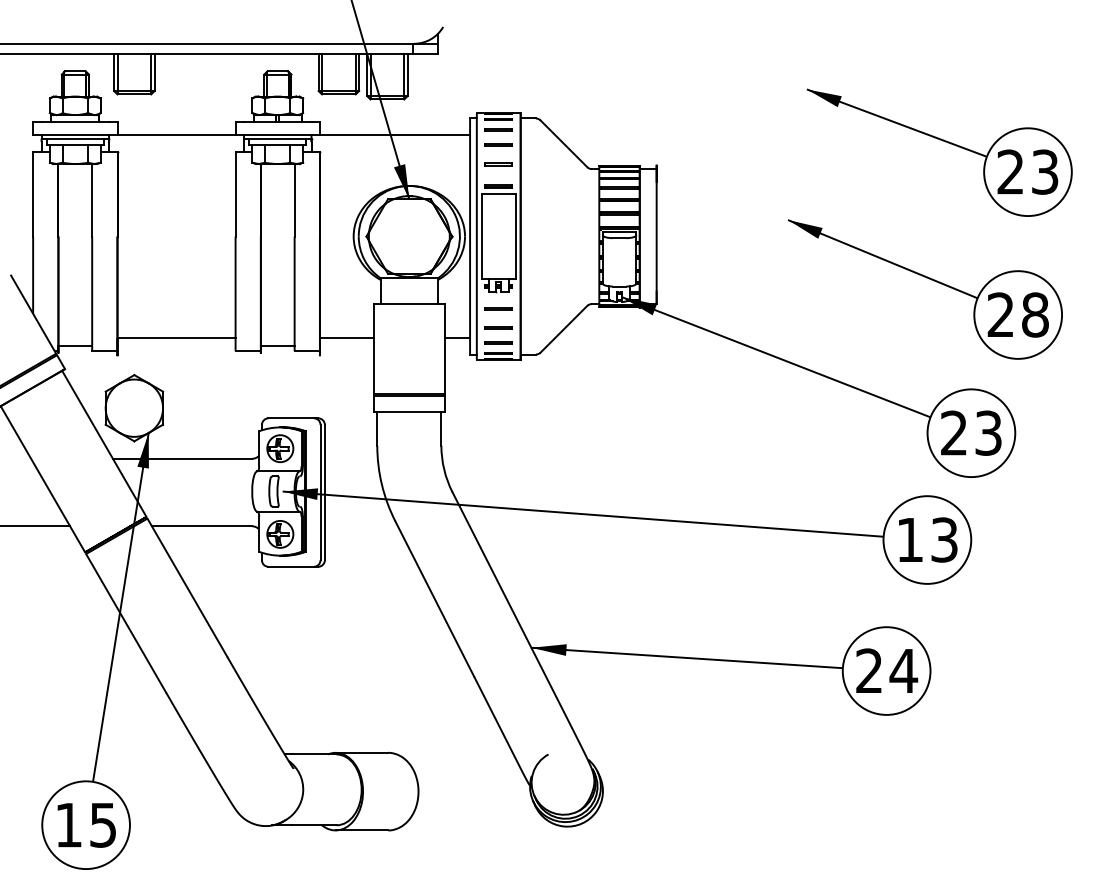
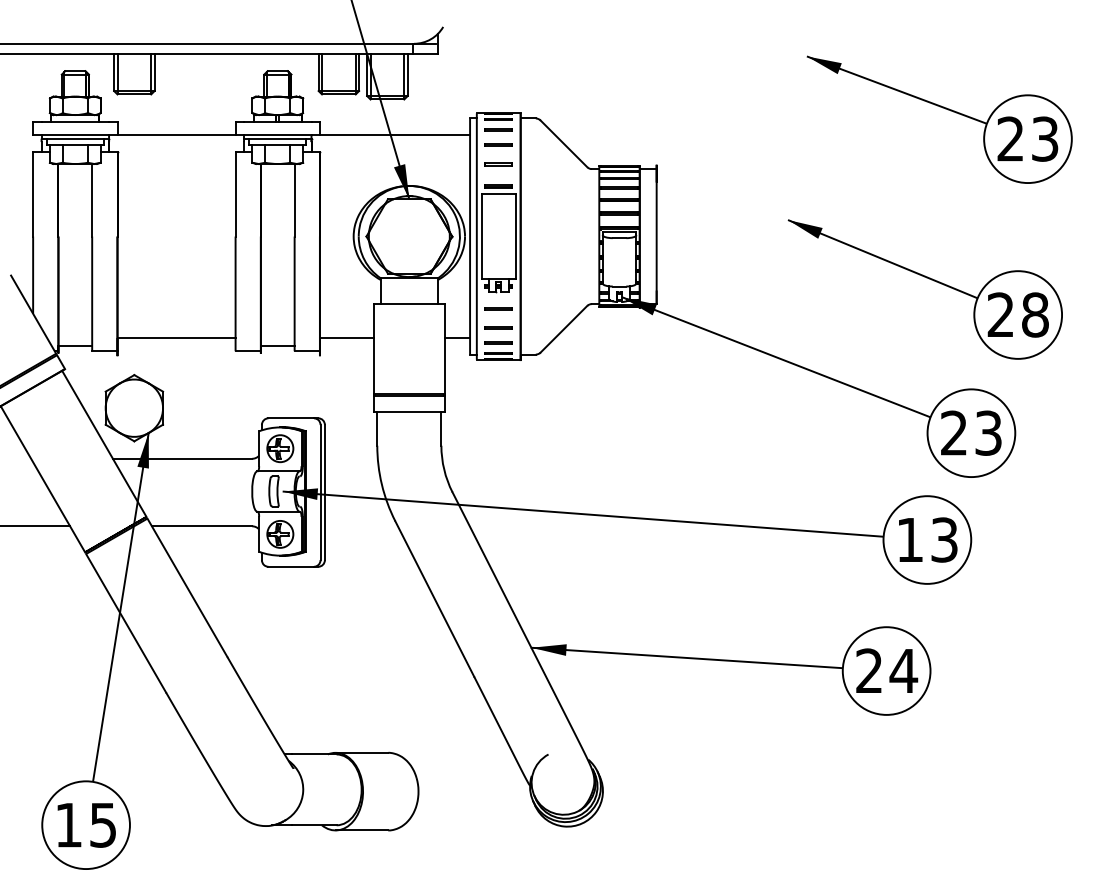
part at (942, 141) position: (942, 141) -> (942, 108)
